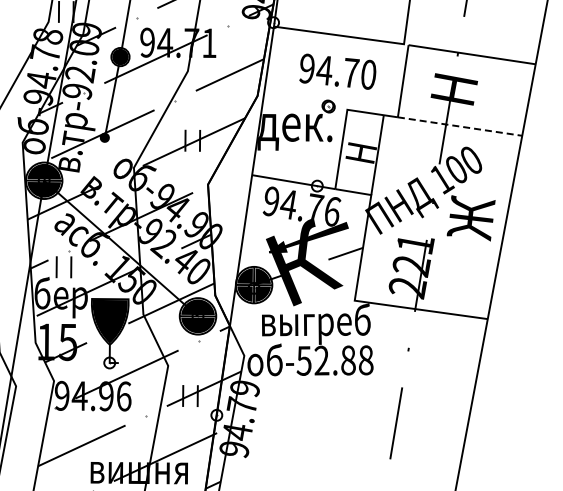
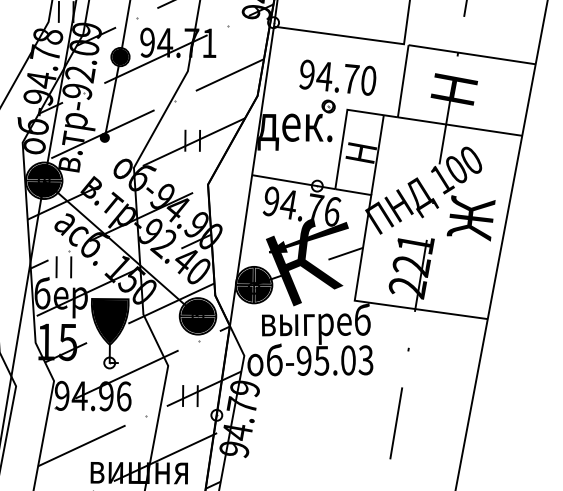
text at (337, 71) position: (337, 71) -> (337, 77)
line at (460, 126): dashed -> solid
text at (334, 360): -52.88 -> -95.03
